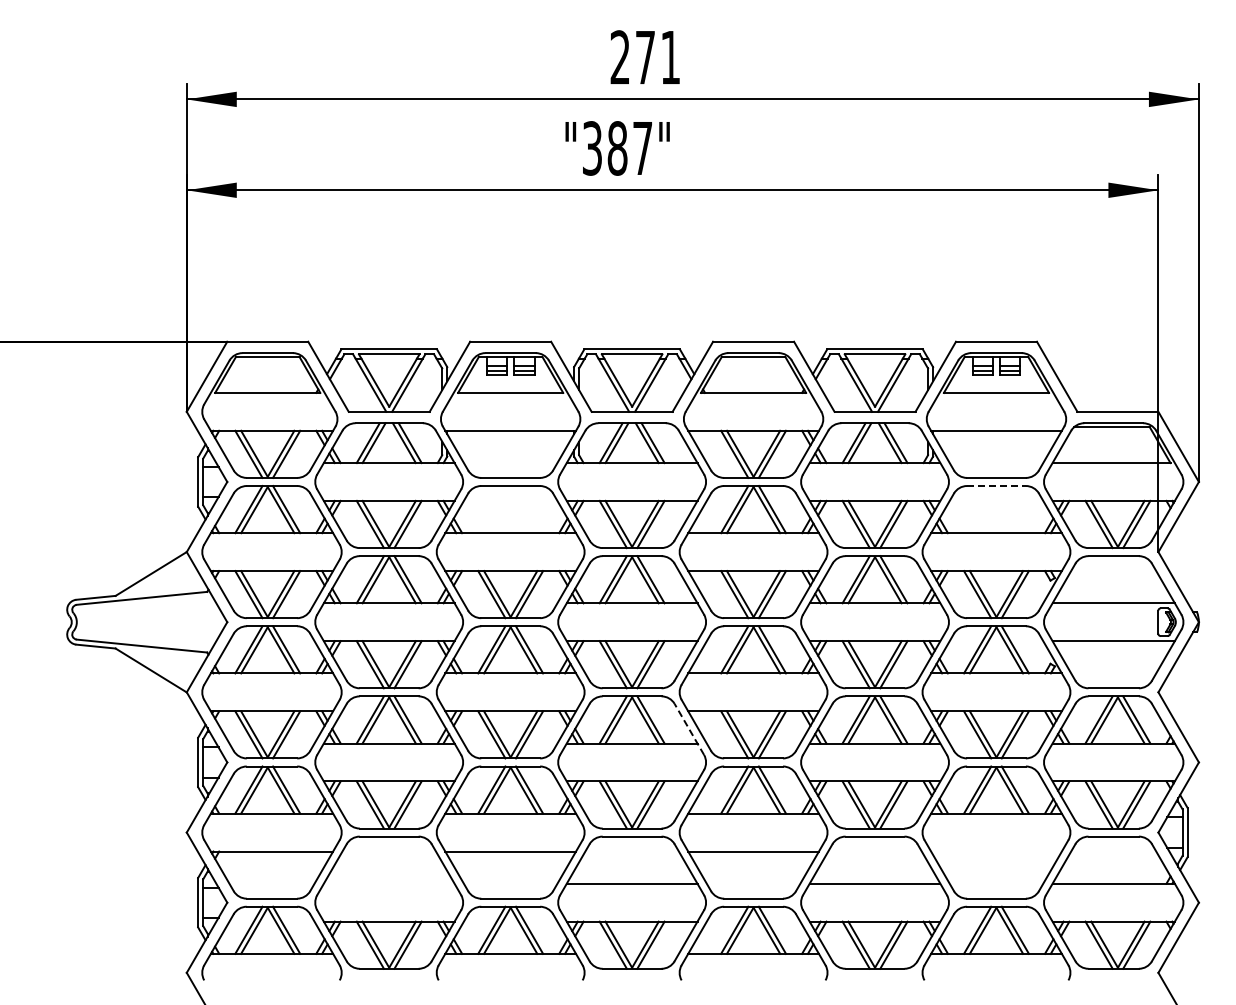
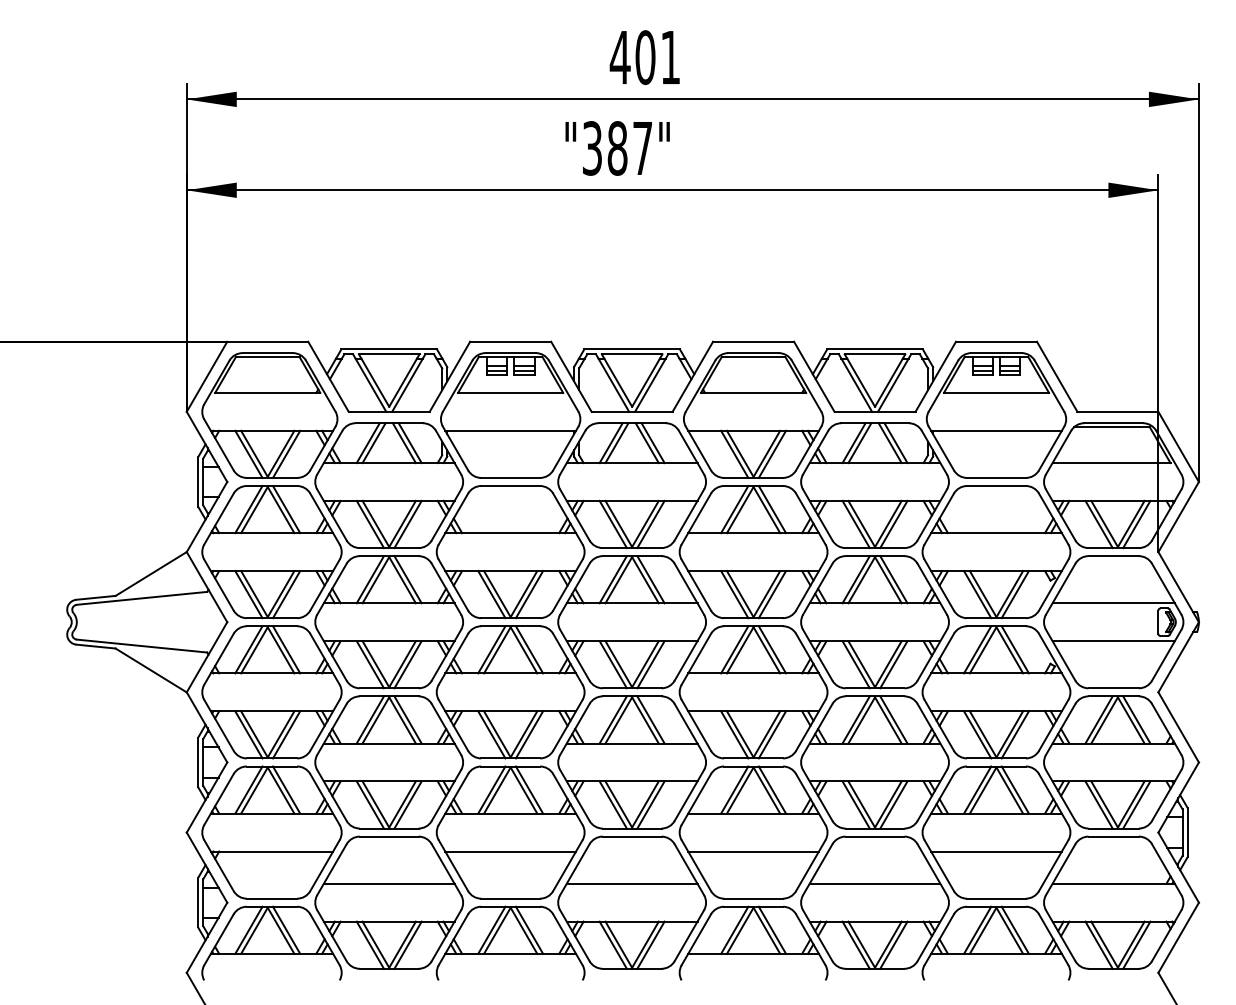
text at (632, 57): 271 -> 401
line at (996, 486): dashed -> solid
line at (689, 728): dashed -> solid
line at (996, 851): none -> present
line at (388, 883): none -> present
